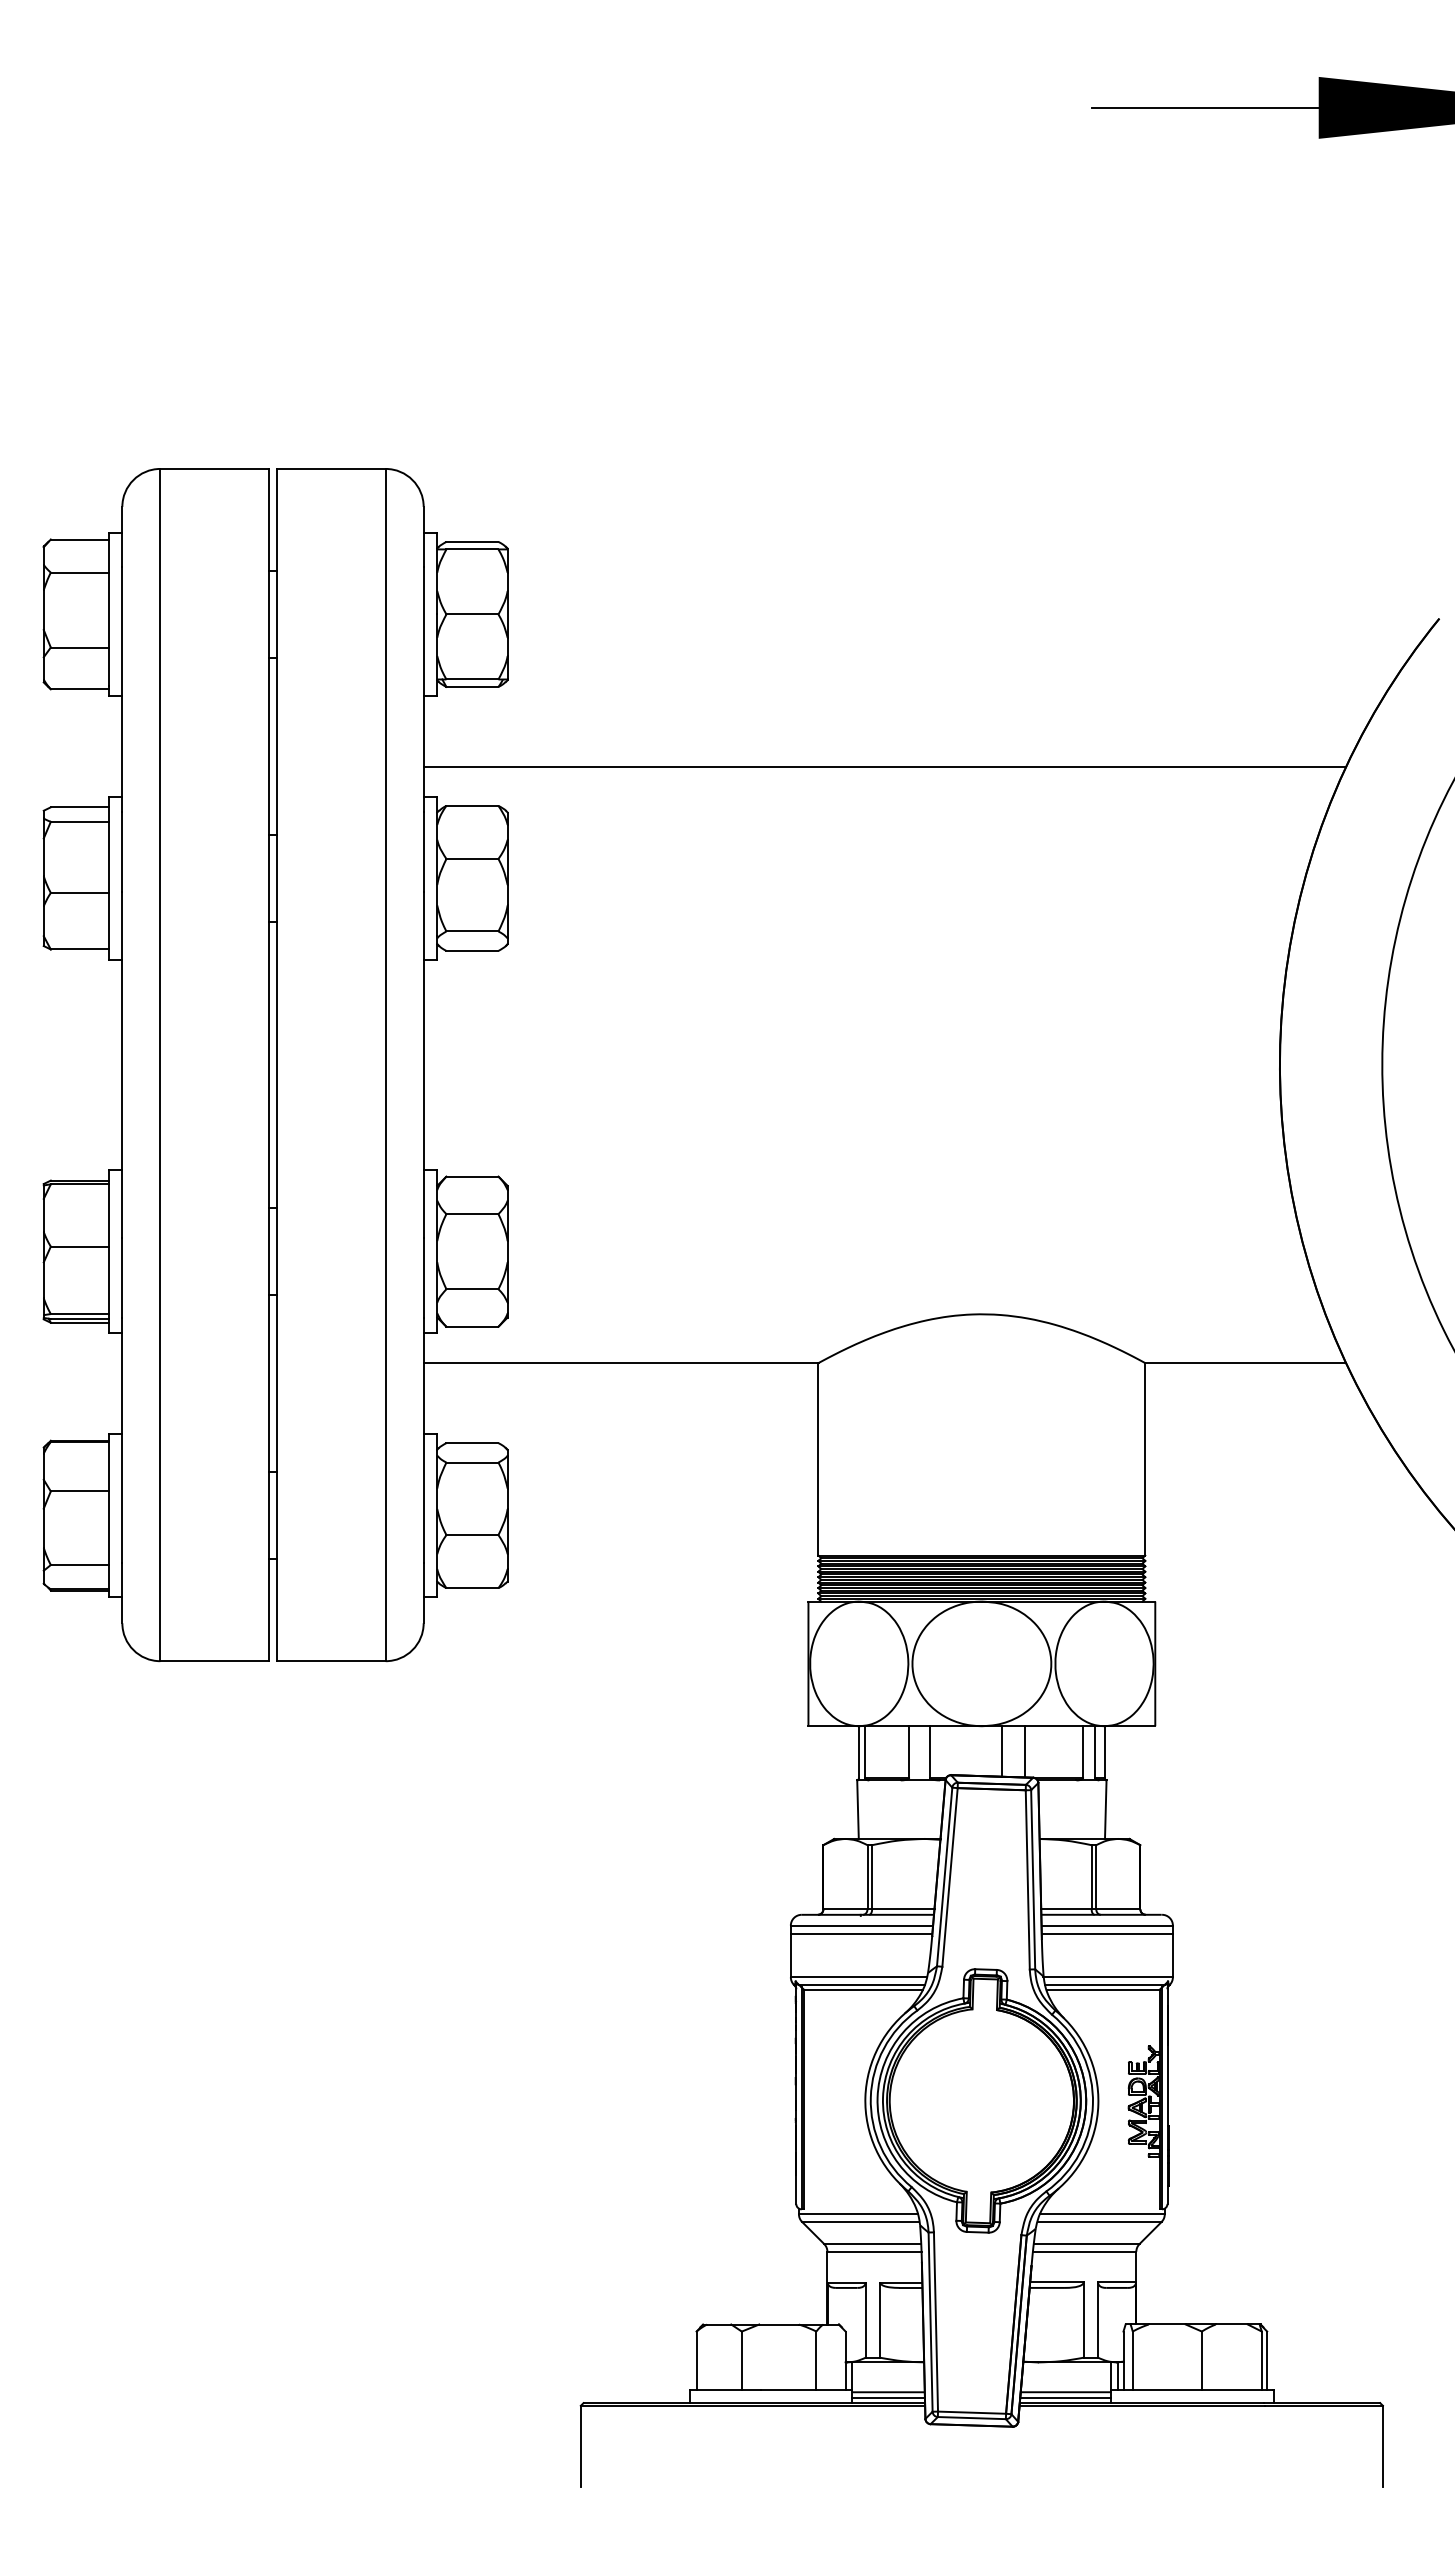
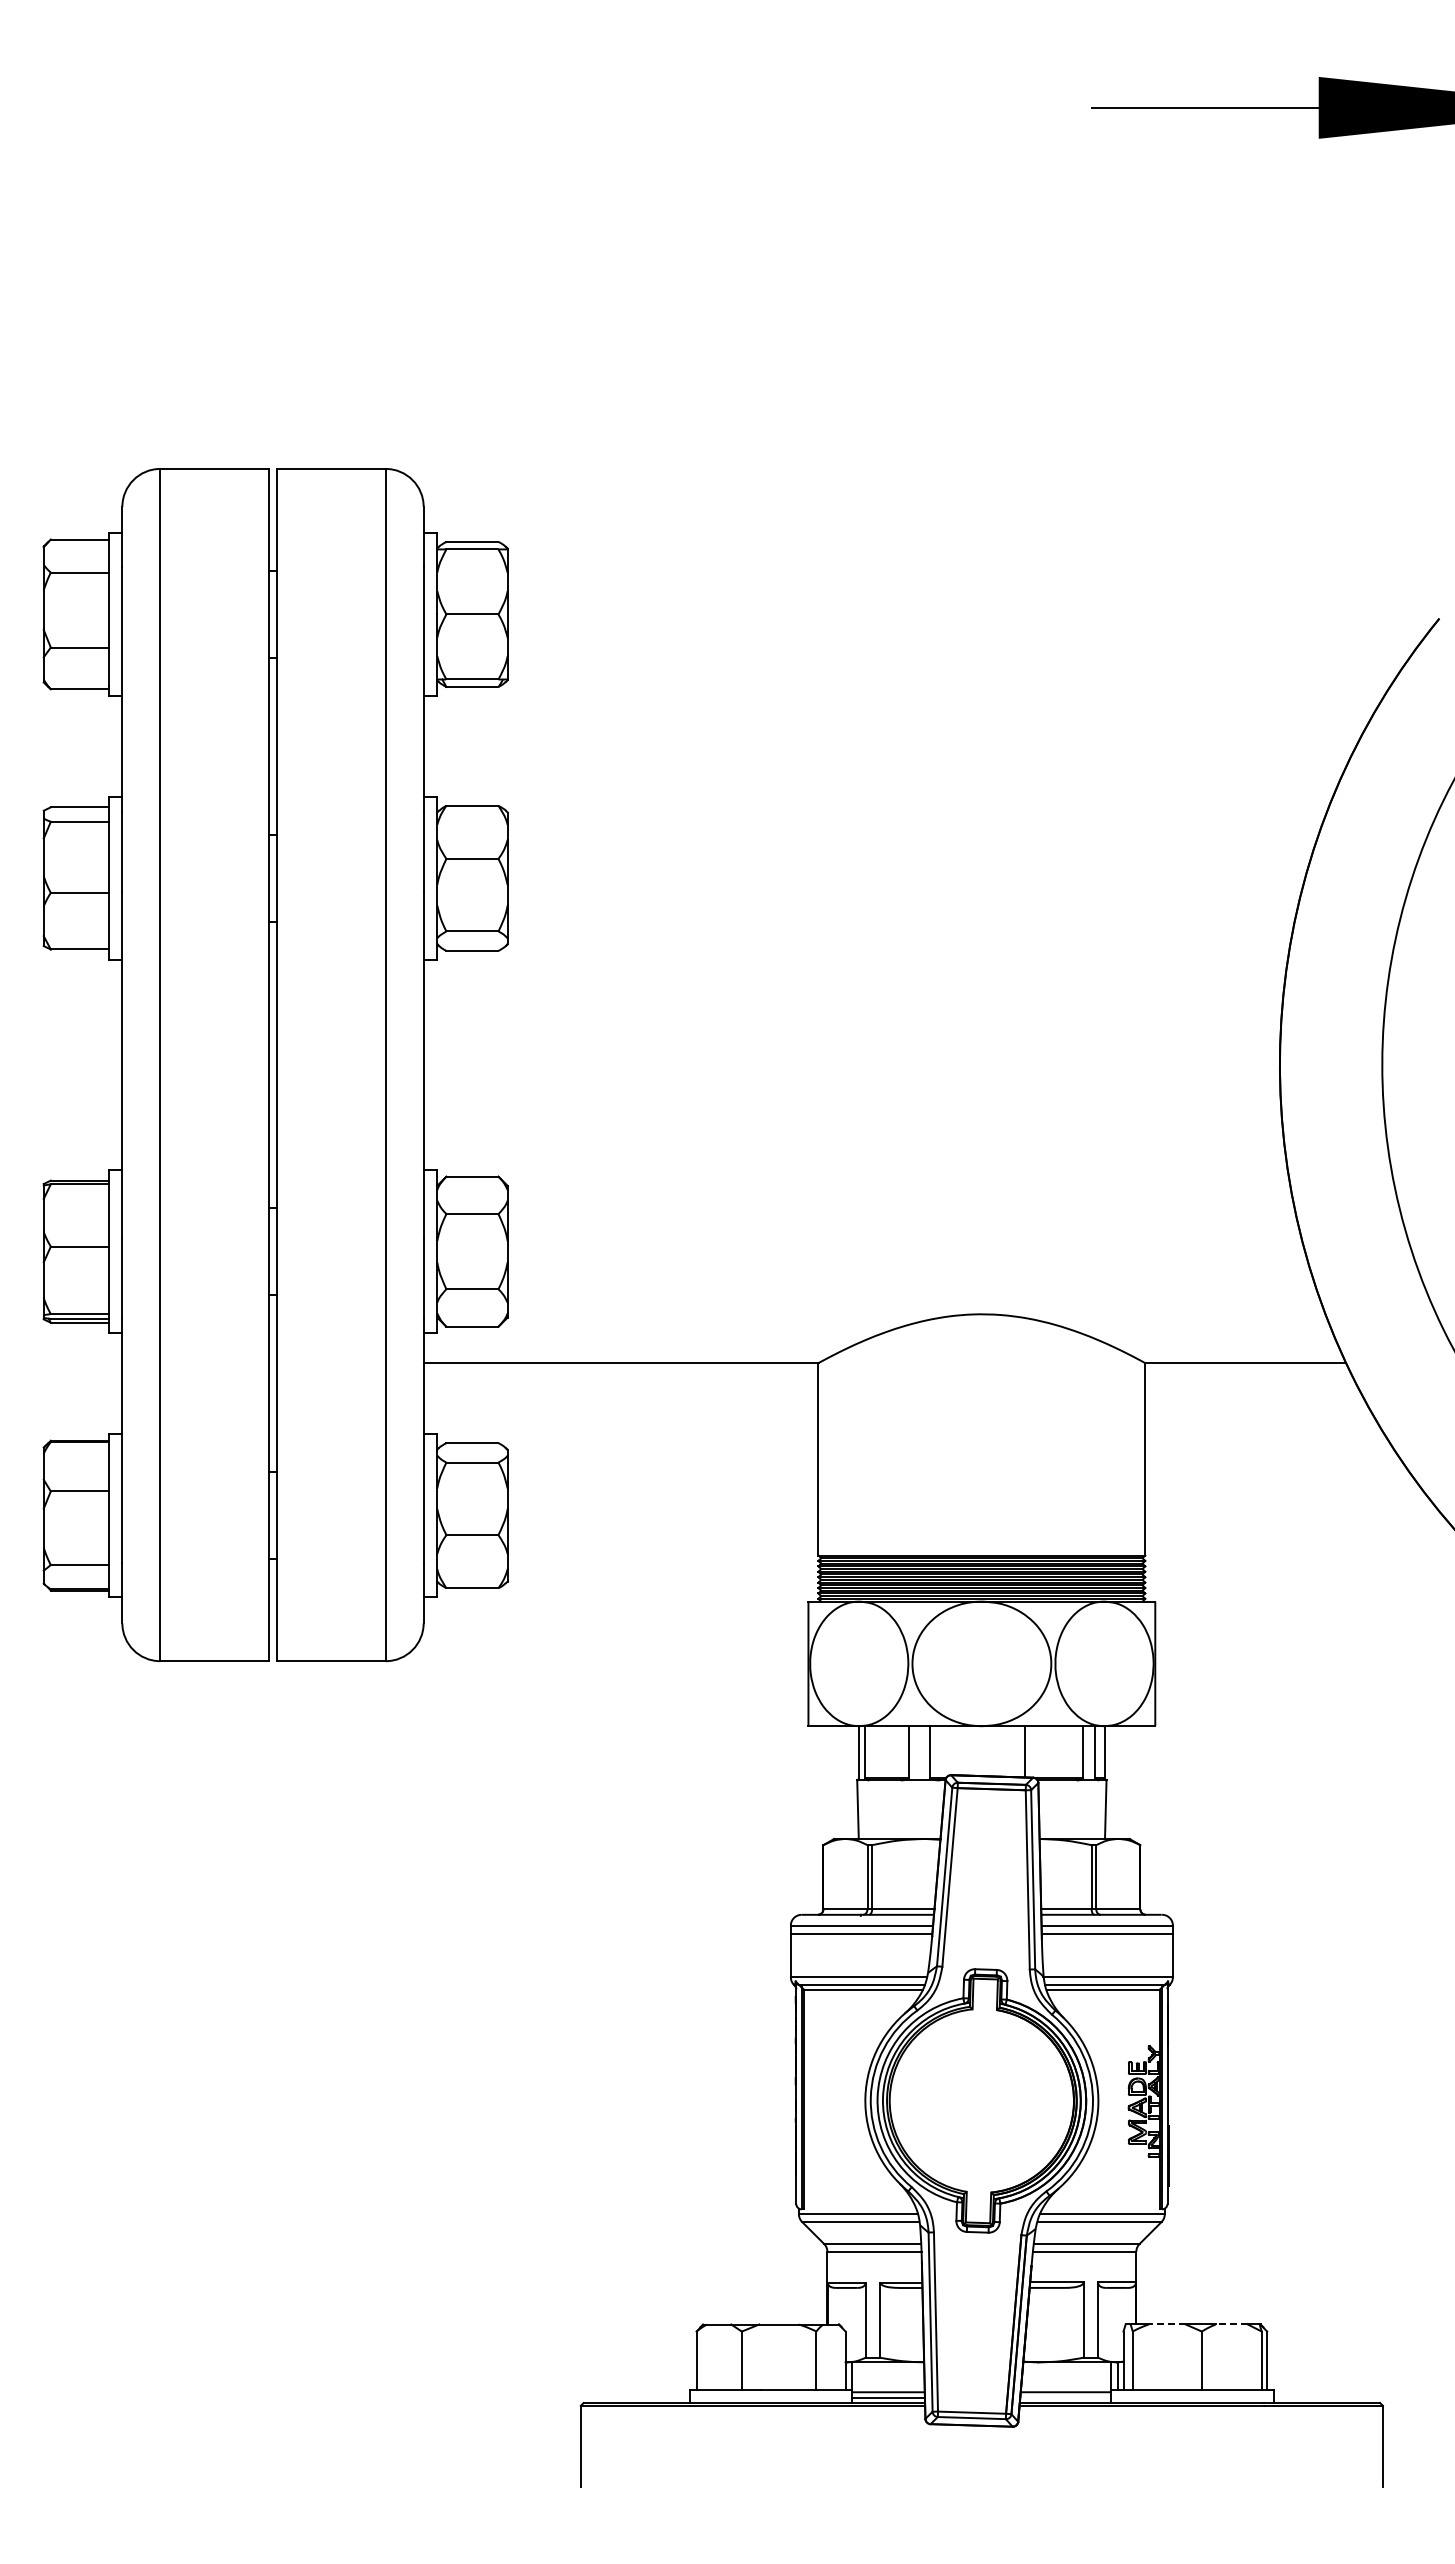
line at (884, 767): present -> none
line at (1002, 1751): present -> none
line at (1166, 2324): solid -> dashed
line at (1231, 2324): solid -> dashed
line at (1065, 2397): present -> none
